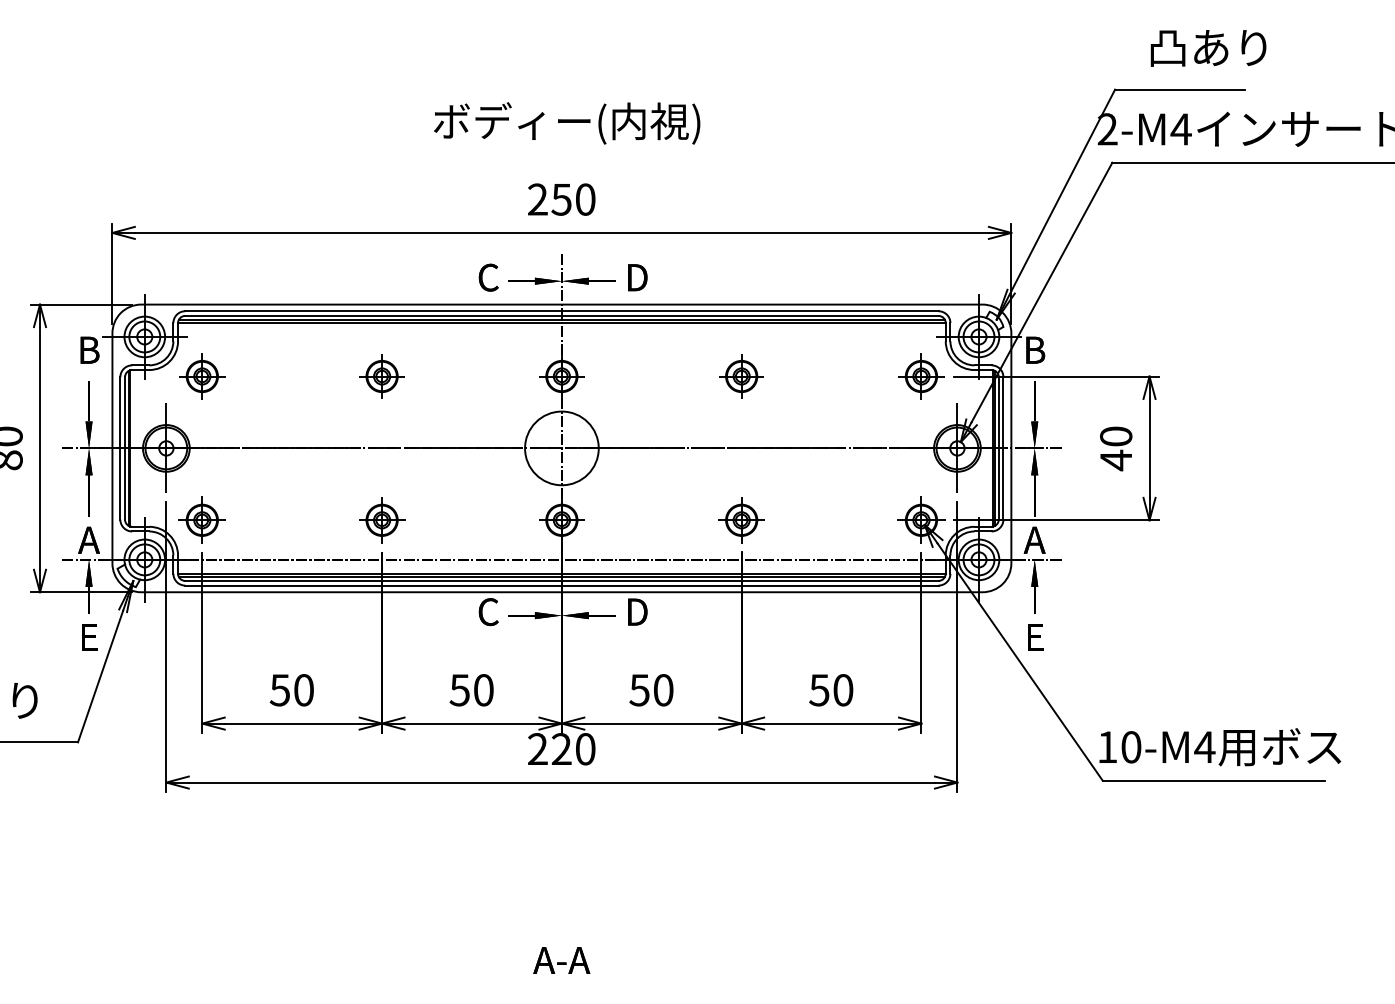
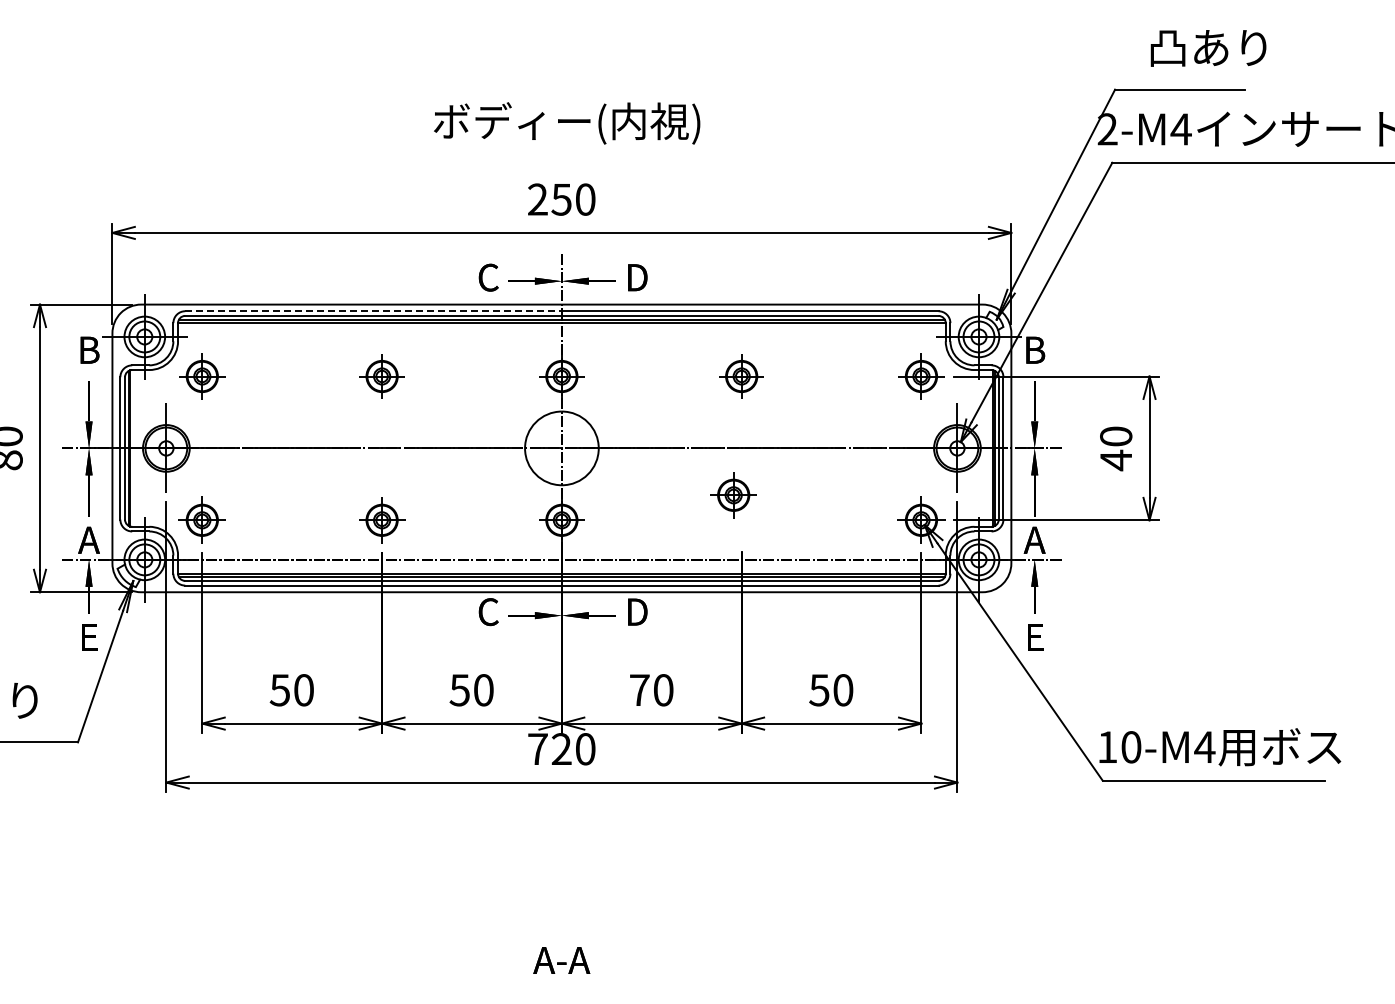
line at (374, 311): solid -> dashed
part at (741, 520) position: (741, 520) -> (733, 495)
text at (639, 690): 50 -> 70
text at (537, 748): 220 -> 720
